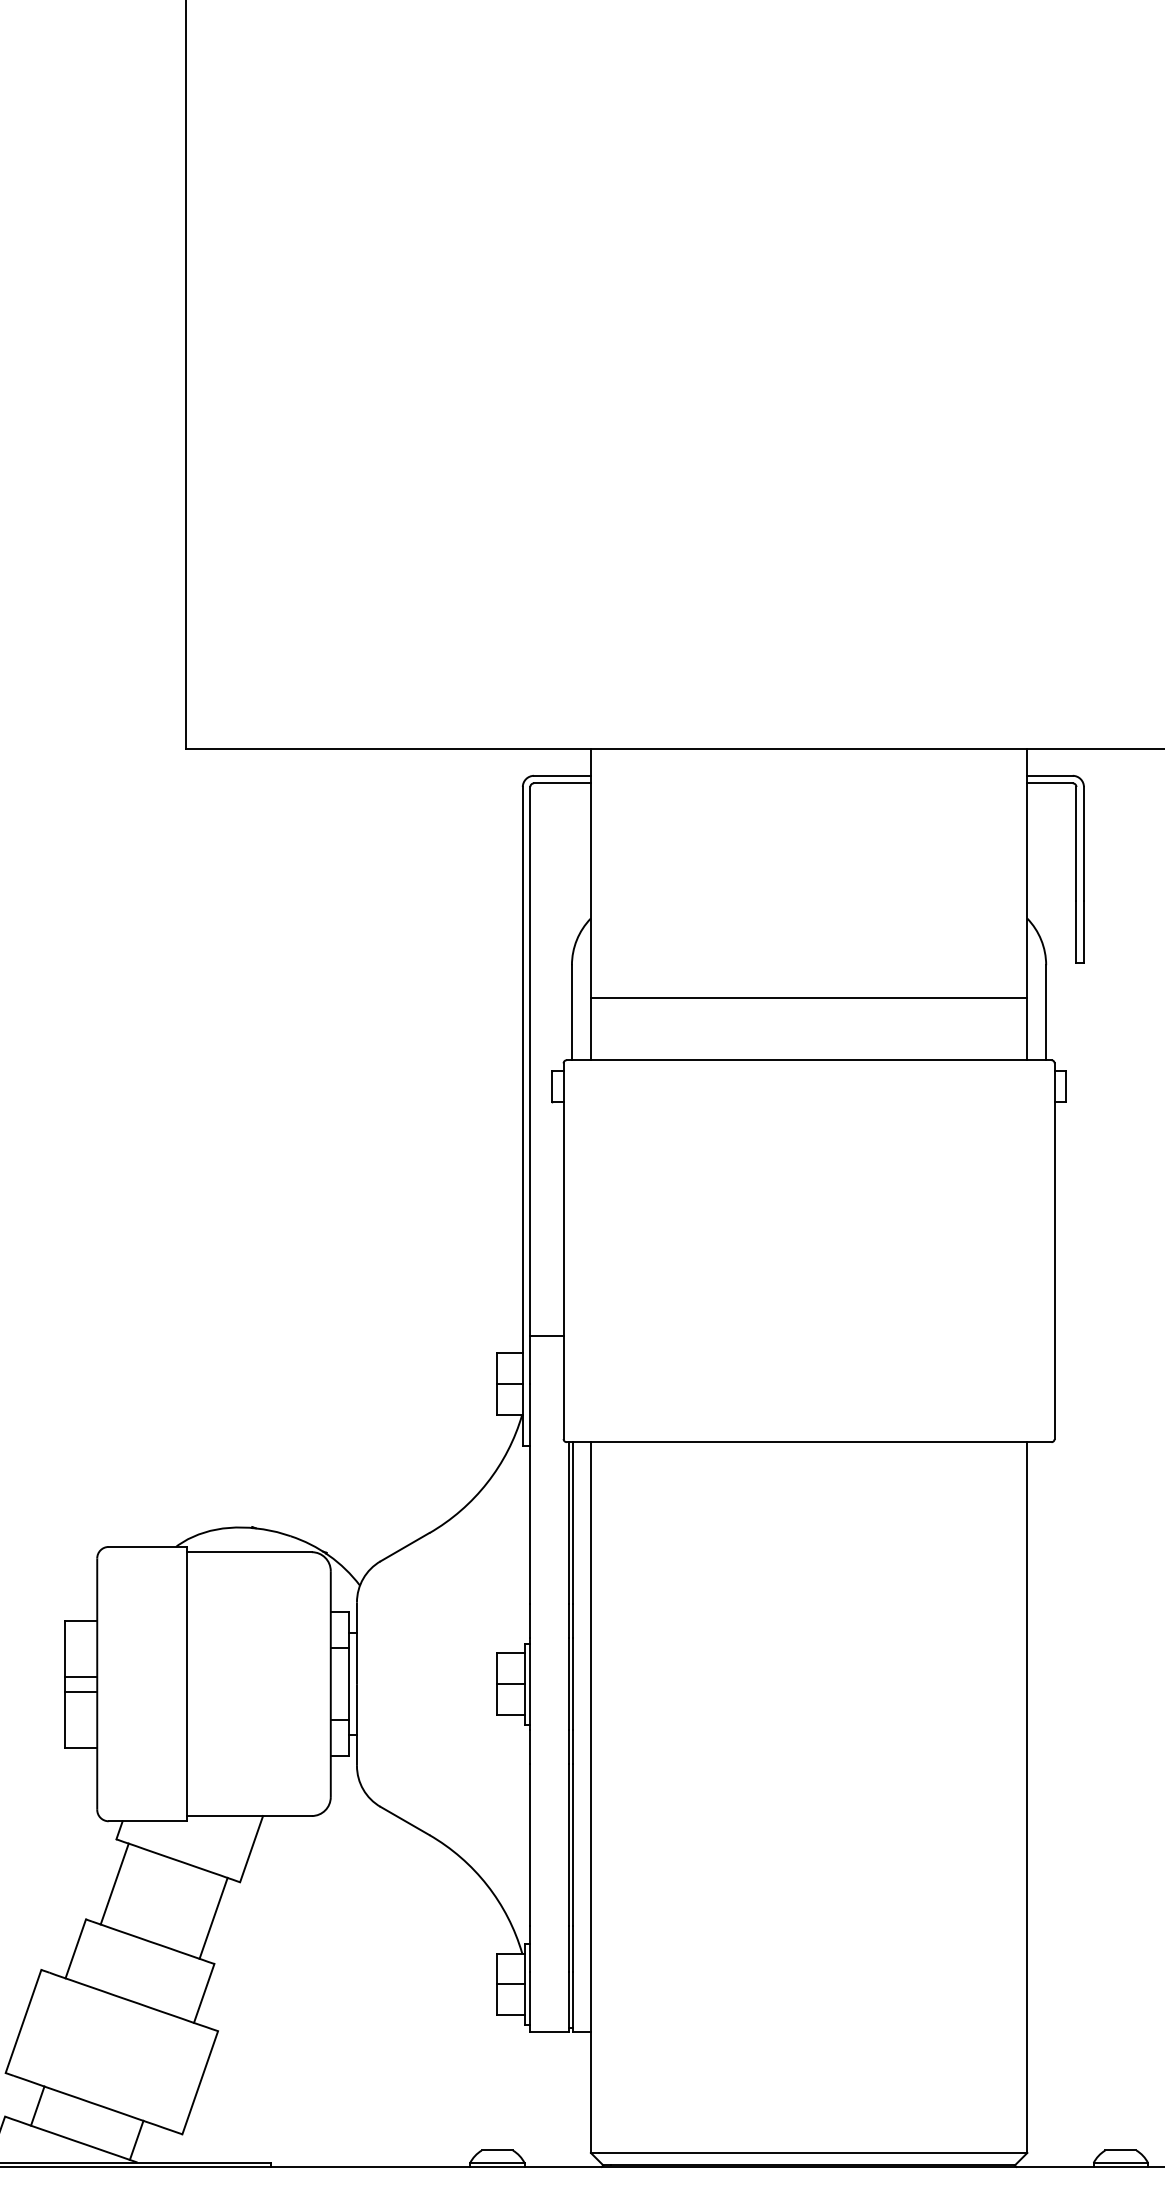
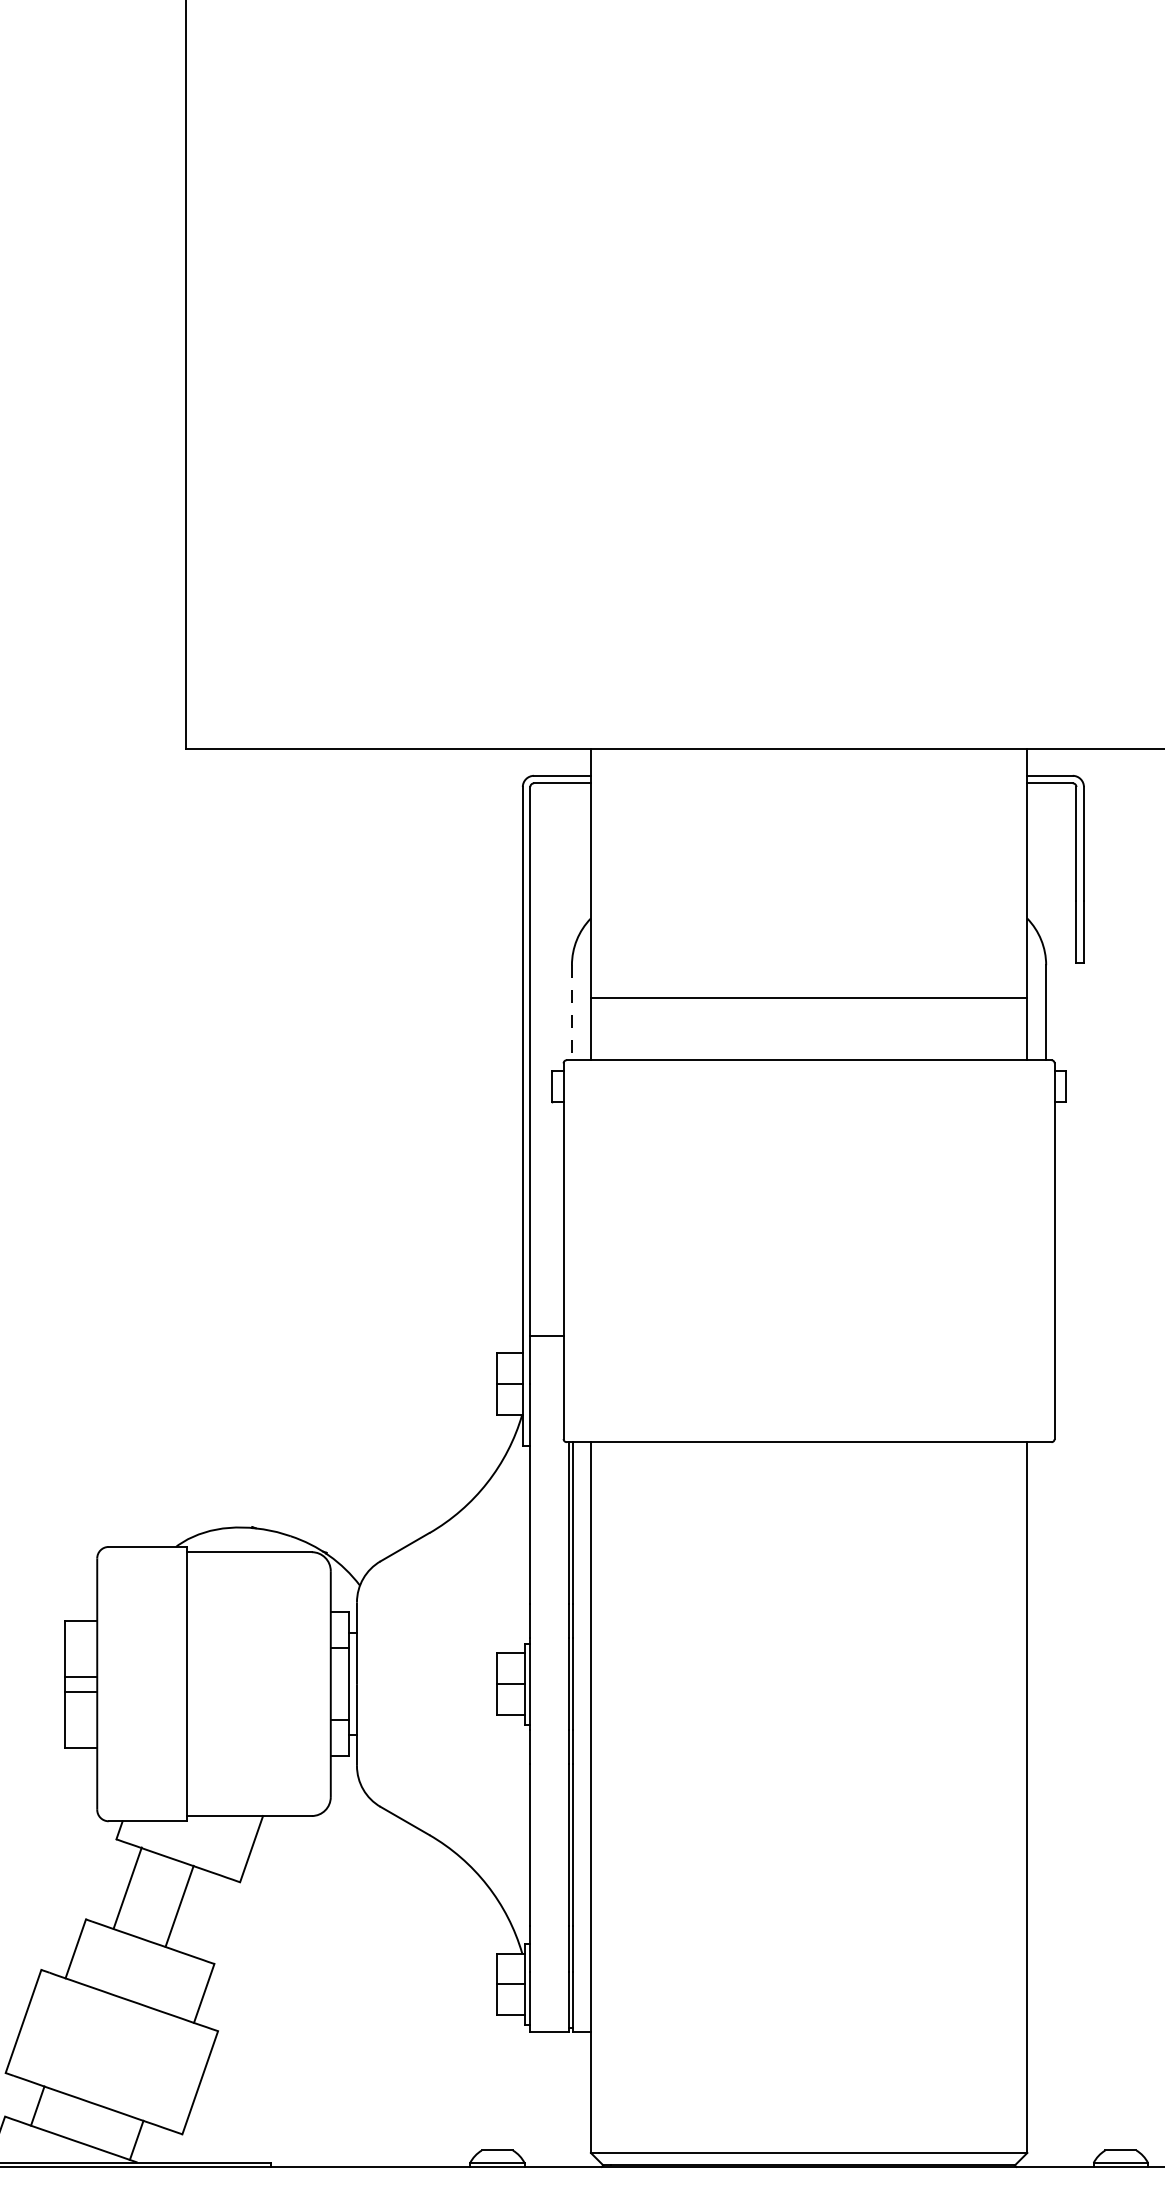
line at (571, 1012): solid -> dashed
line at (114, 1883) position: (114, 1883) -> (127, 1887)
line at (213, 1917) position: (213, 1917) -> (179, 1905)
